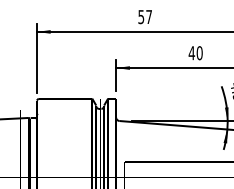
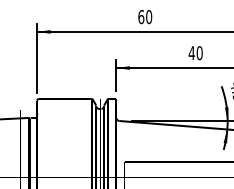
text at (145, 17): 57 -> 60
